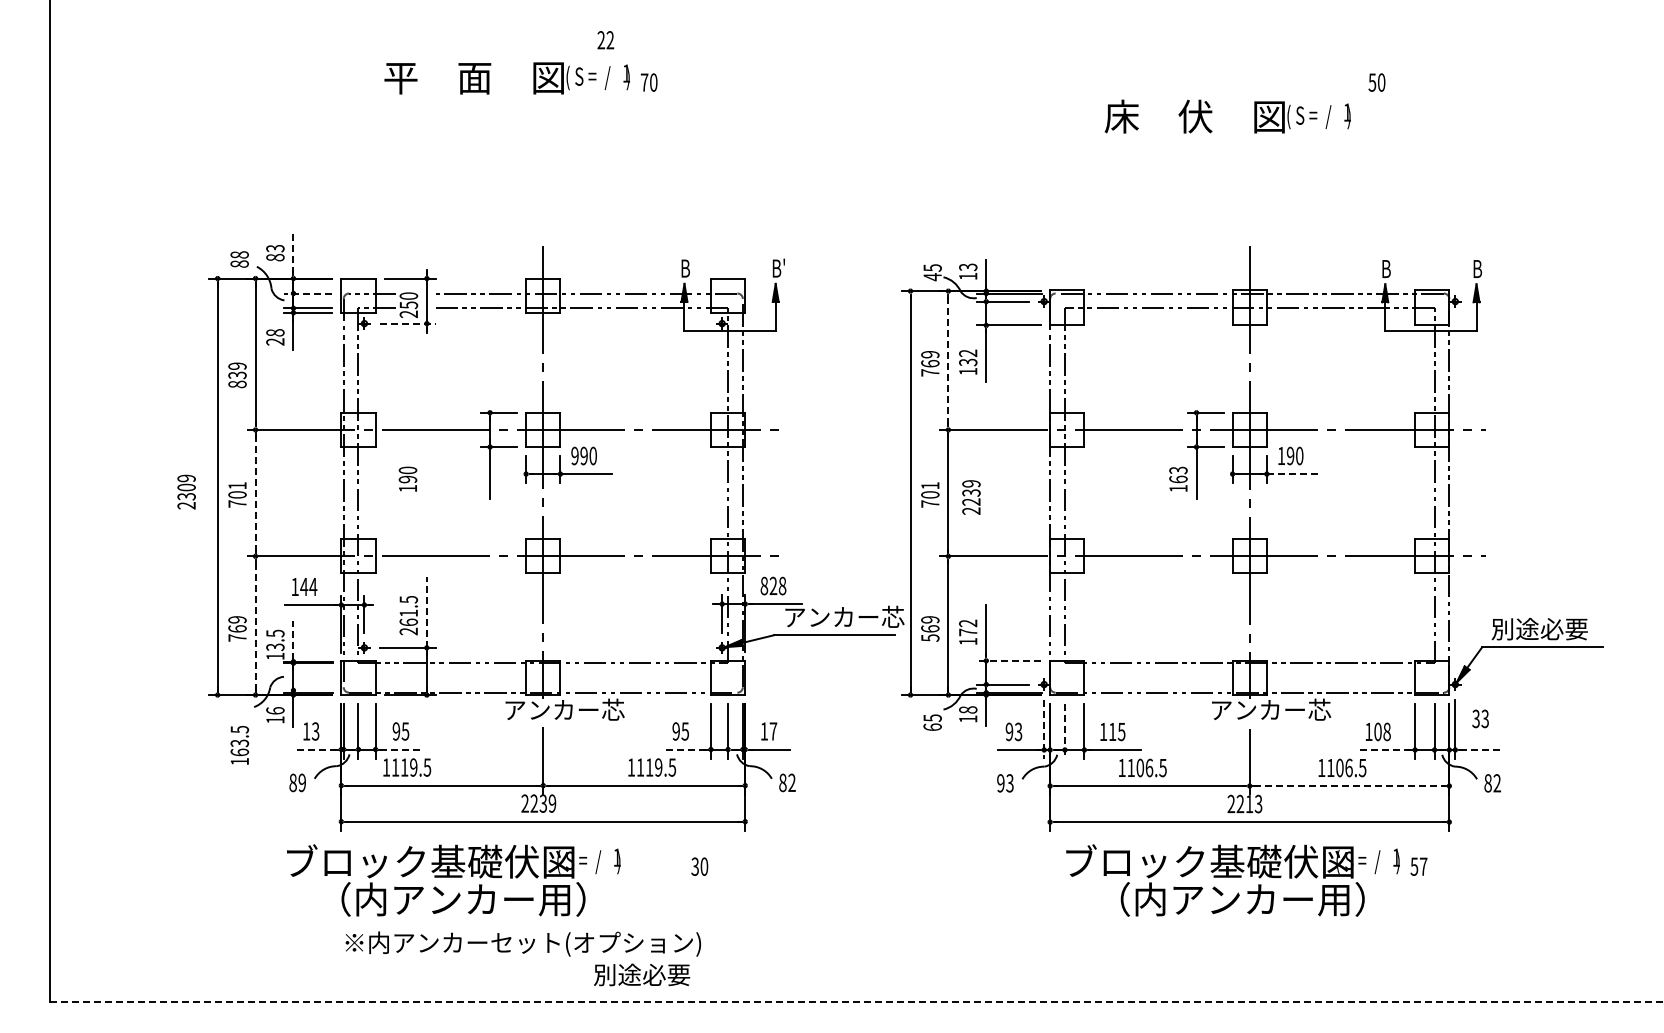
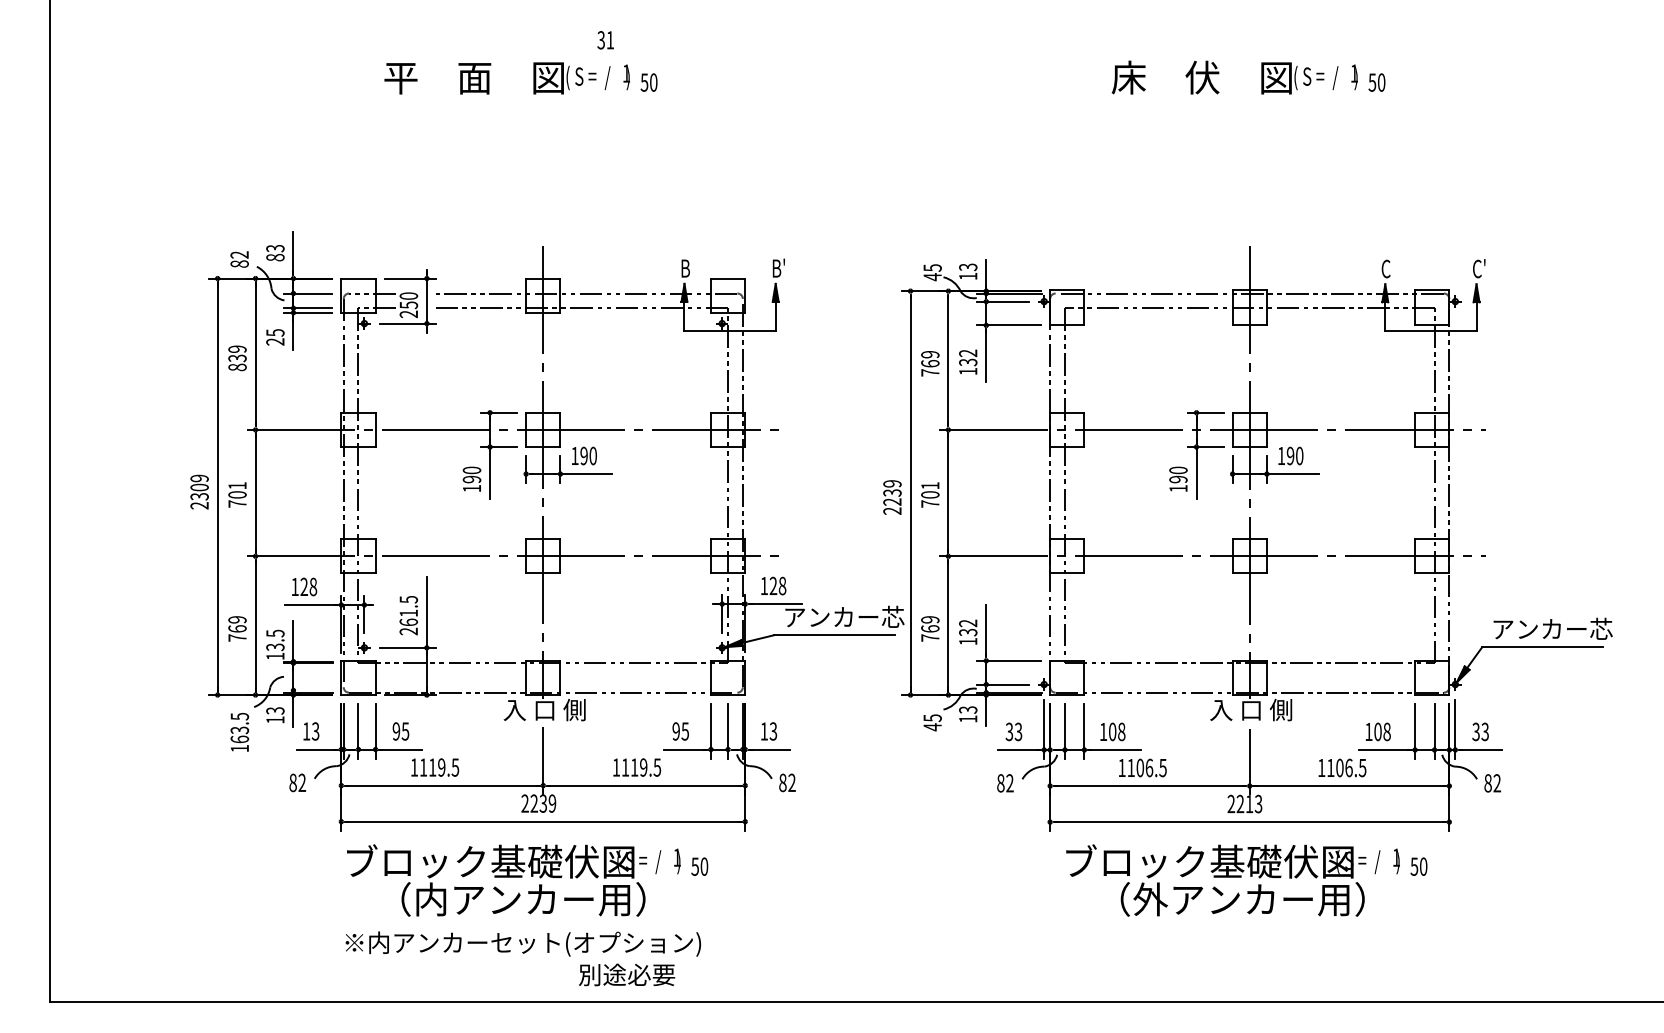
text at (605, 40): 22 -> 31
text at (644, 82): 70 -> 50
text at (1227, 116) position: (1227, 116) -> (1234, 77)
line at (293, 252): dashed -> solid
text at (239, 254): 88 -> 82
text at (1385, 268): B -> C
text at (1479, 268): B -> C'
line at (308, 293): dashed -> solid
line at (408, 323): dashed -> solid
text at (275, 332): 28 -> 25
line at (948, 360): dashed -> solid
text at (237, 375) position: (237, 375) -> (237, 358)
text at (574, 455): 990 -> 190
text at (1178, 474): 163 -> 190
line at (1292, 474): dashed -> solid
text at (407, 478) position: (407, 478) -> (471, 478)
text at (186, 491) position: (186, 491) -> (199, 491)
line at (255, 493): dashed -> solid
text at (971, 497) position: (971, 497) -> (892, 497)
text at (764, 585): 828 -> 128
text at (308, 586): 144 -> 128
line at (426, 612): dashed -> solid
line at (255, 625): dashed -> solid
text at (1551, 628): 別途必要 -> アンカー芯
text at (968, 632): 172 -> 132
text at (930, 637): 569 -> 769
line at (293, 640): dashed -> solid
line at (1009, 660): dashed -> solid
text at (563, 709): アンカー芯 -> 入 口 側
text at (968, 709): 18 -> 13
text at (1270, 709): アンカー芯 -> 入 口 側
text at (275, 710): 16 -> 13
text at (1480, 718) position: (1480, 718) -> (1480, 731)
text at (932, 727): 65 -> 45
line at (1044, 729): dashed -> solid
text at (773, 731): 17 -> 13
text at (1009, 731): 93 -> 33
text at (1117, 731): 115 -> 108
line at (1064, 732): dashed -> solid
text at (239, 745) position: (239, 745) -> (239, 732)
line at (316, 749): dashed -> solid
line at (401, 749): dashed -> solid
line at (684, 749): dashed -> solid
line at (1384, 749): dashed -> solid
line at (1481, 749): dashed -> solid
text at (407, 767) position: (407, 767) -> (435, 767)
text at (652, 767) position: (652, 767) -> (637, 767)
text at (302, 783): 89 -> 82
text at (1005, 783): 93 -> 82
line at (1350, 786): dashed -> solid
text at (694, 866): 30 -> 50
text at (1423, 866): 57 -> 50
text at (453, 880) position: (453, 880) -> (513, 880)
text at (1150, 899): （内アンカー用） -> （外アンカー用）
text at (642, 974) position: (642, 974) -> (627, 974)
line at (856, 1002): dashed -> solid
